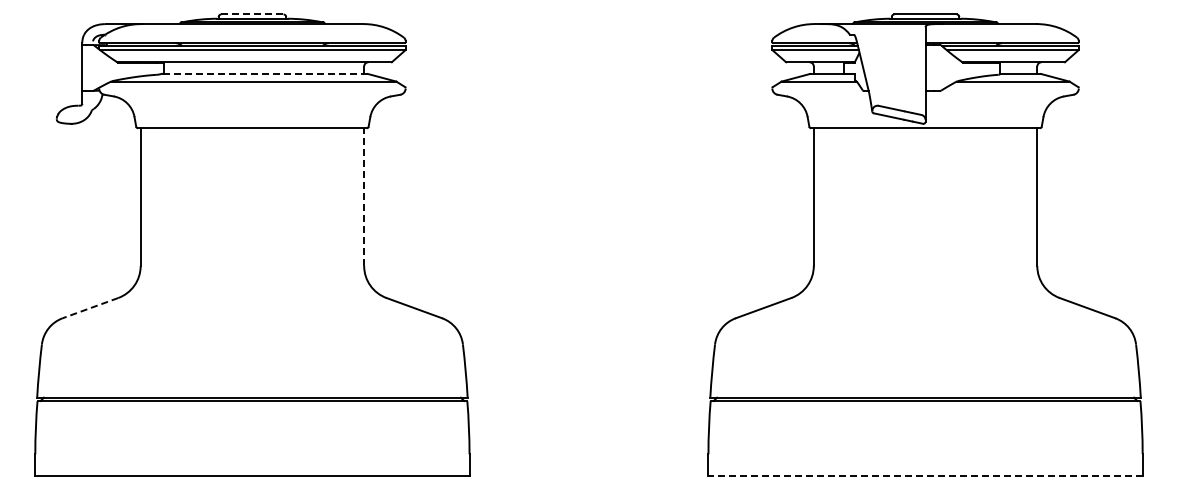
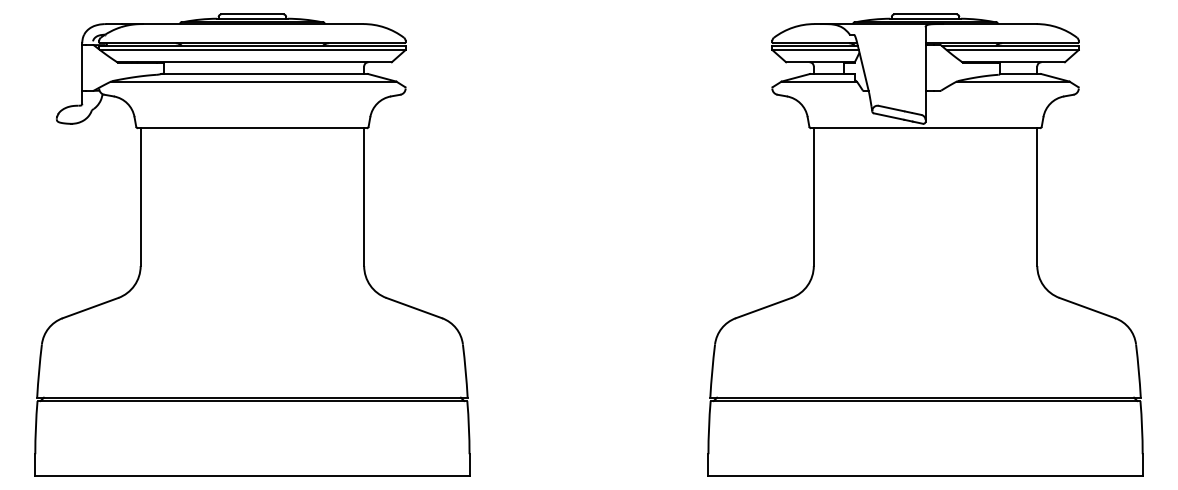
line at (252, 14): dashed -> solid
line at (264, 73): dashed -> solid
line at (364, 197): dashed -> solid
line at (90, 308): dashed -> solid
line at (925, 475): dashed -> solid
